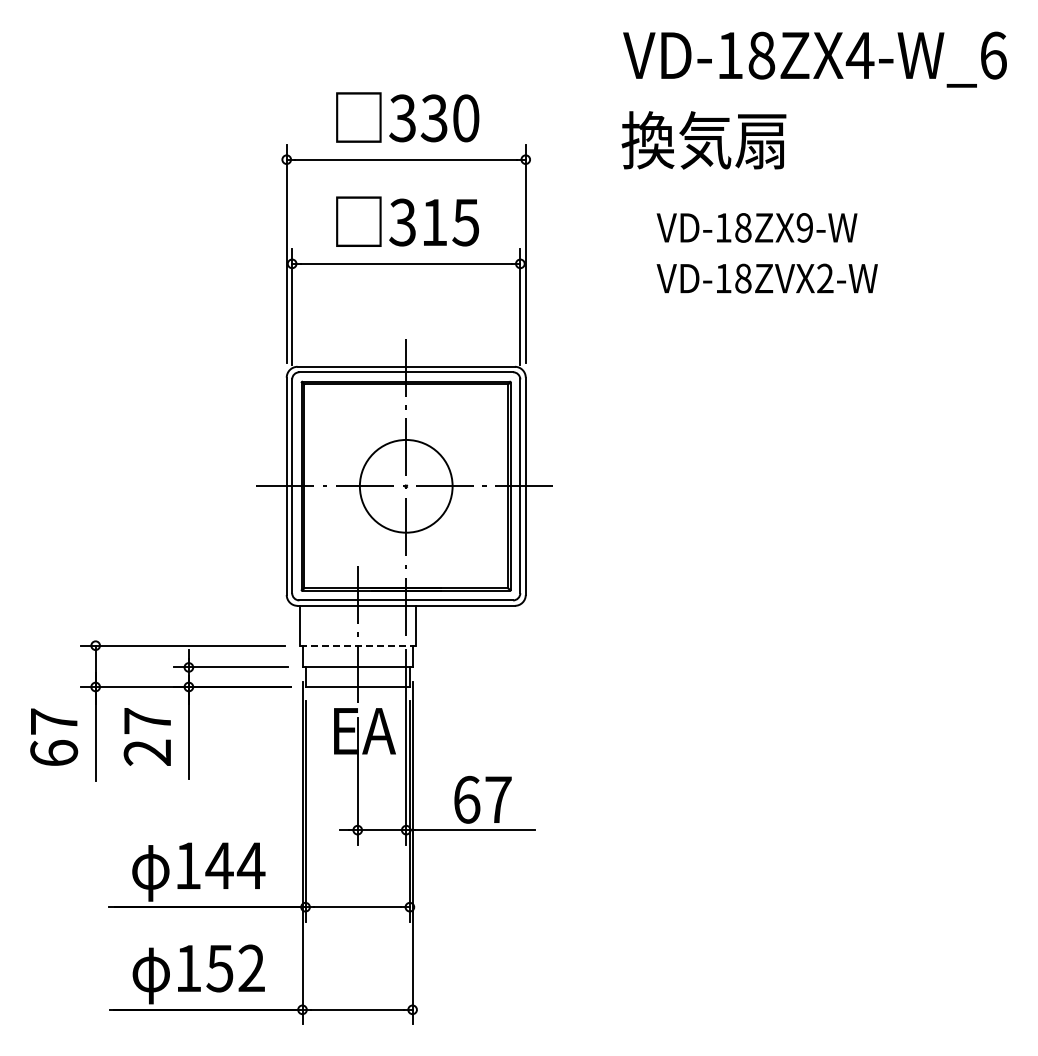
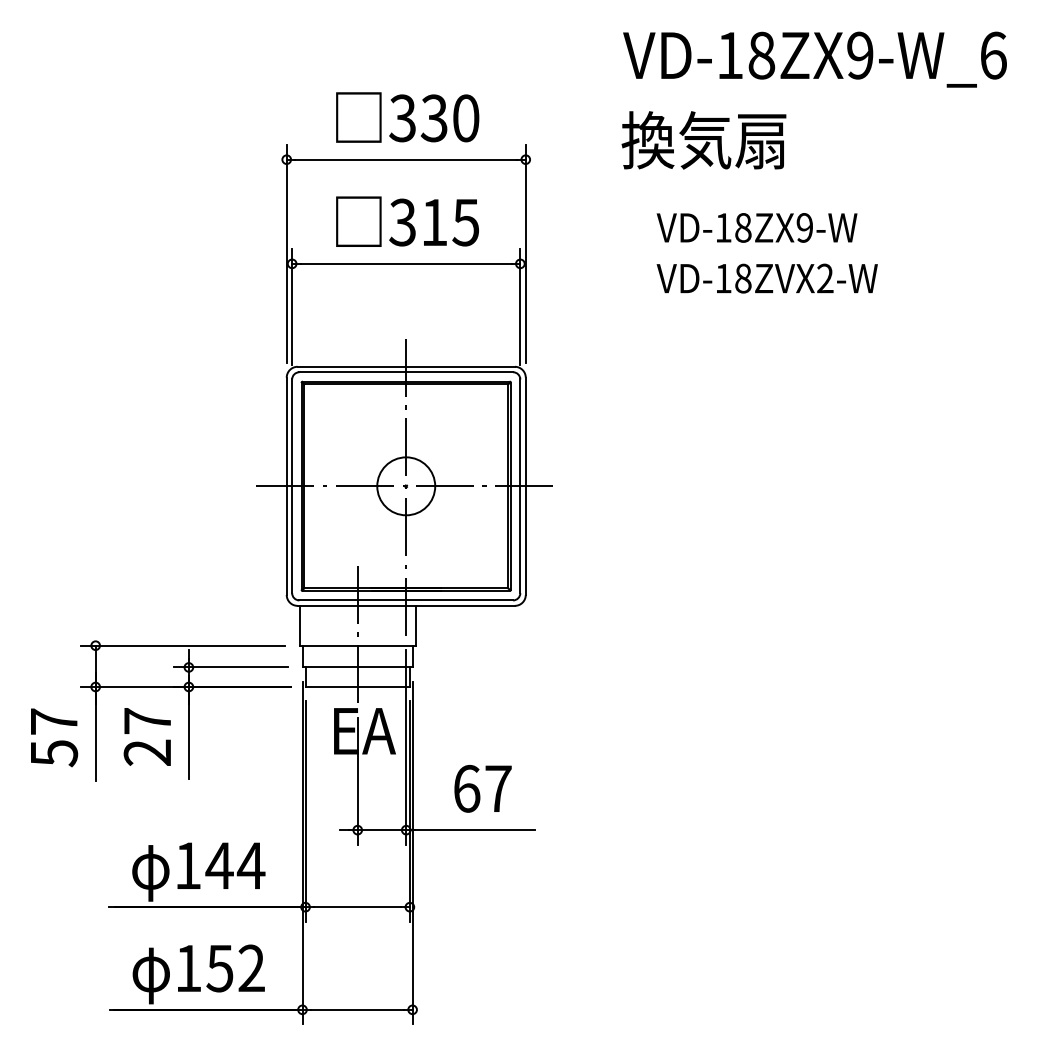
text at (859, 55): VD-18ZX4-W_6 -> VD-18ZX9-W_6
circle at (405, 485) diameter: 93 px -> 58 px
line at (357, 645): dashed -> solid
text at (54, 753): 67 -> 57
text at (482, 799) position: (482, 799) -> (482, 788)
